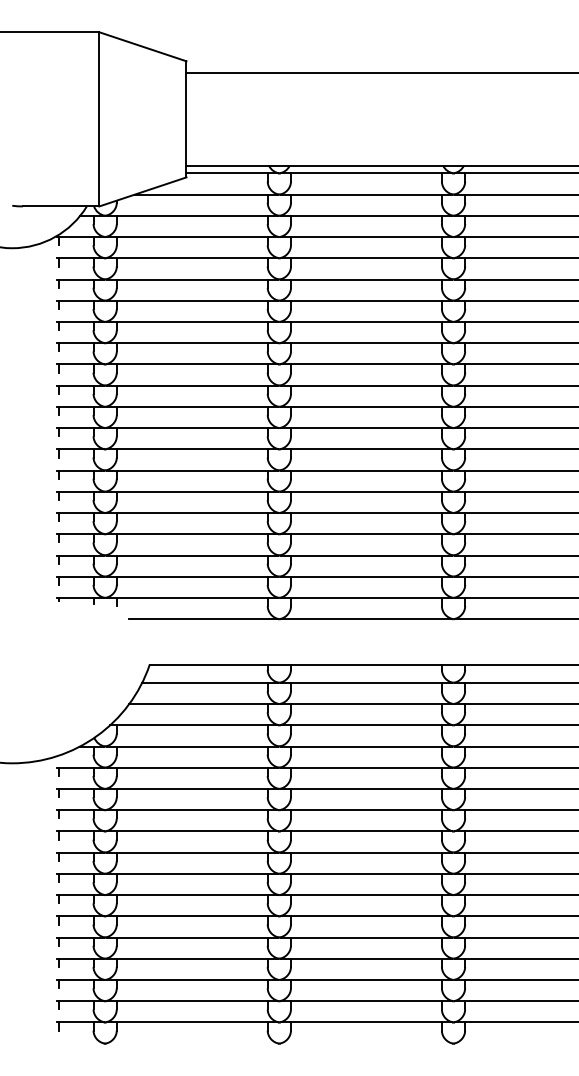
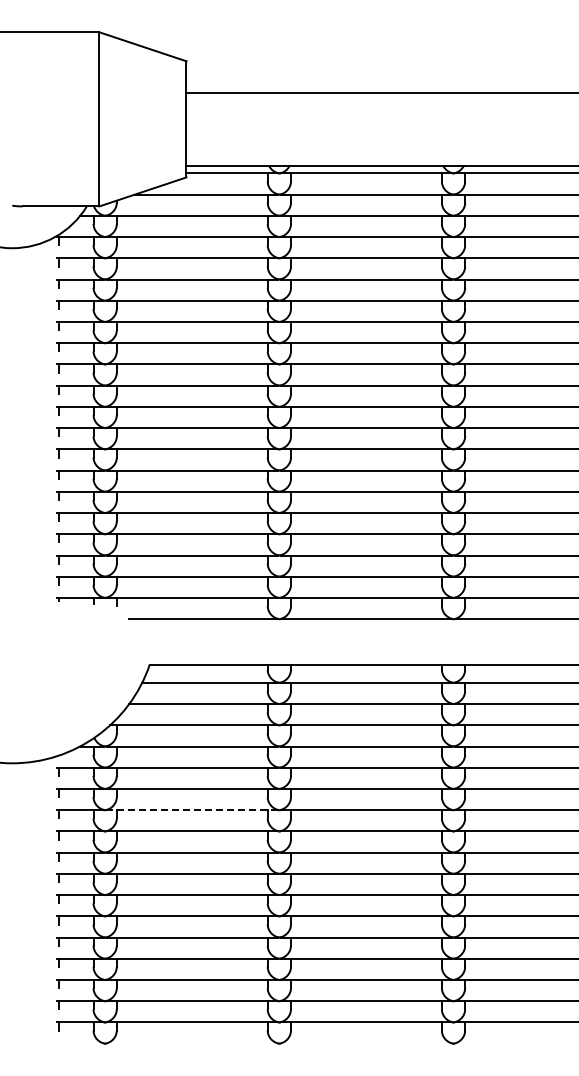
line at (380, 72) position: (380, 72) -> (380, 92)
line at (192, 810): solid -> dashed
